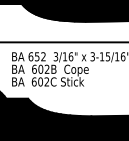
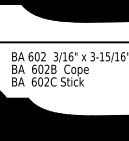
text at (36, 56): 652 -> 602
